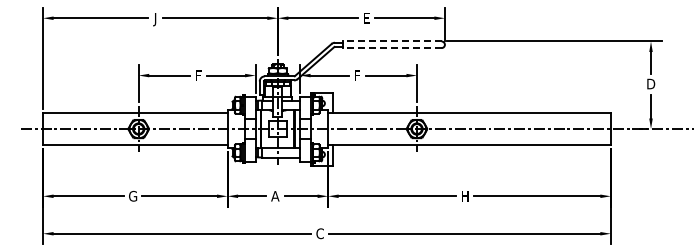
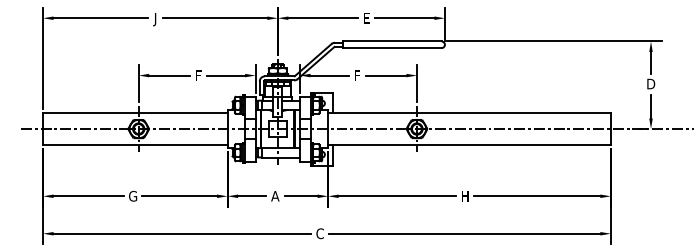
line at (391, 41): dashed -> solid
line at (391, 48): dashed -> solid
